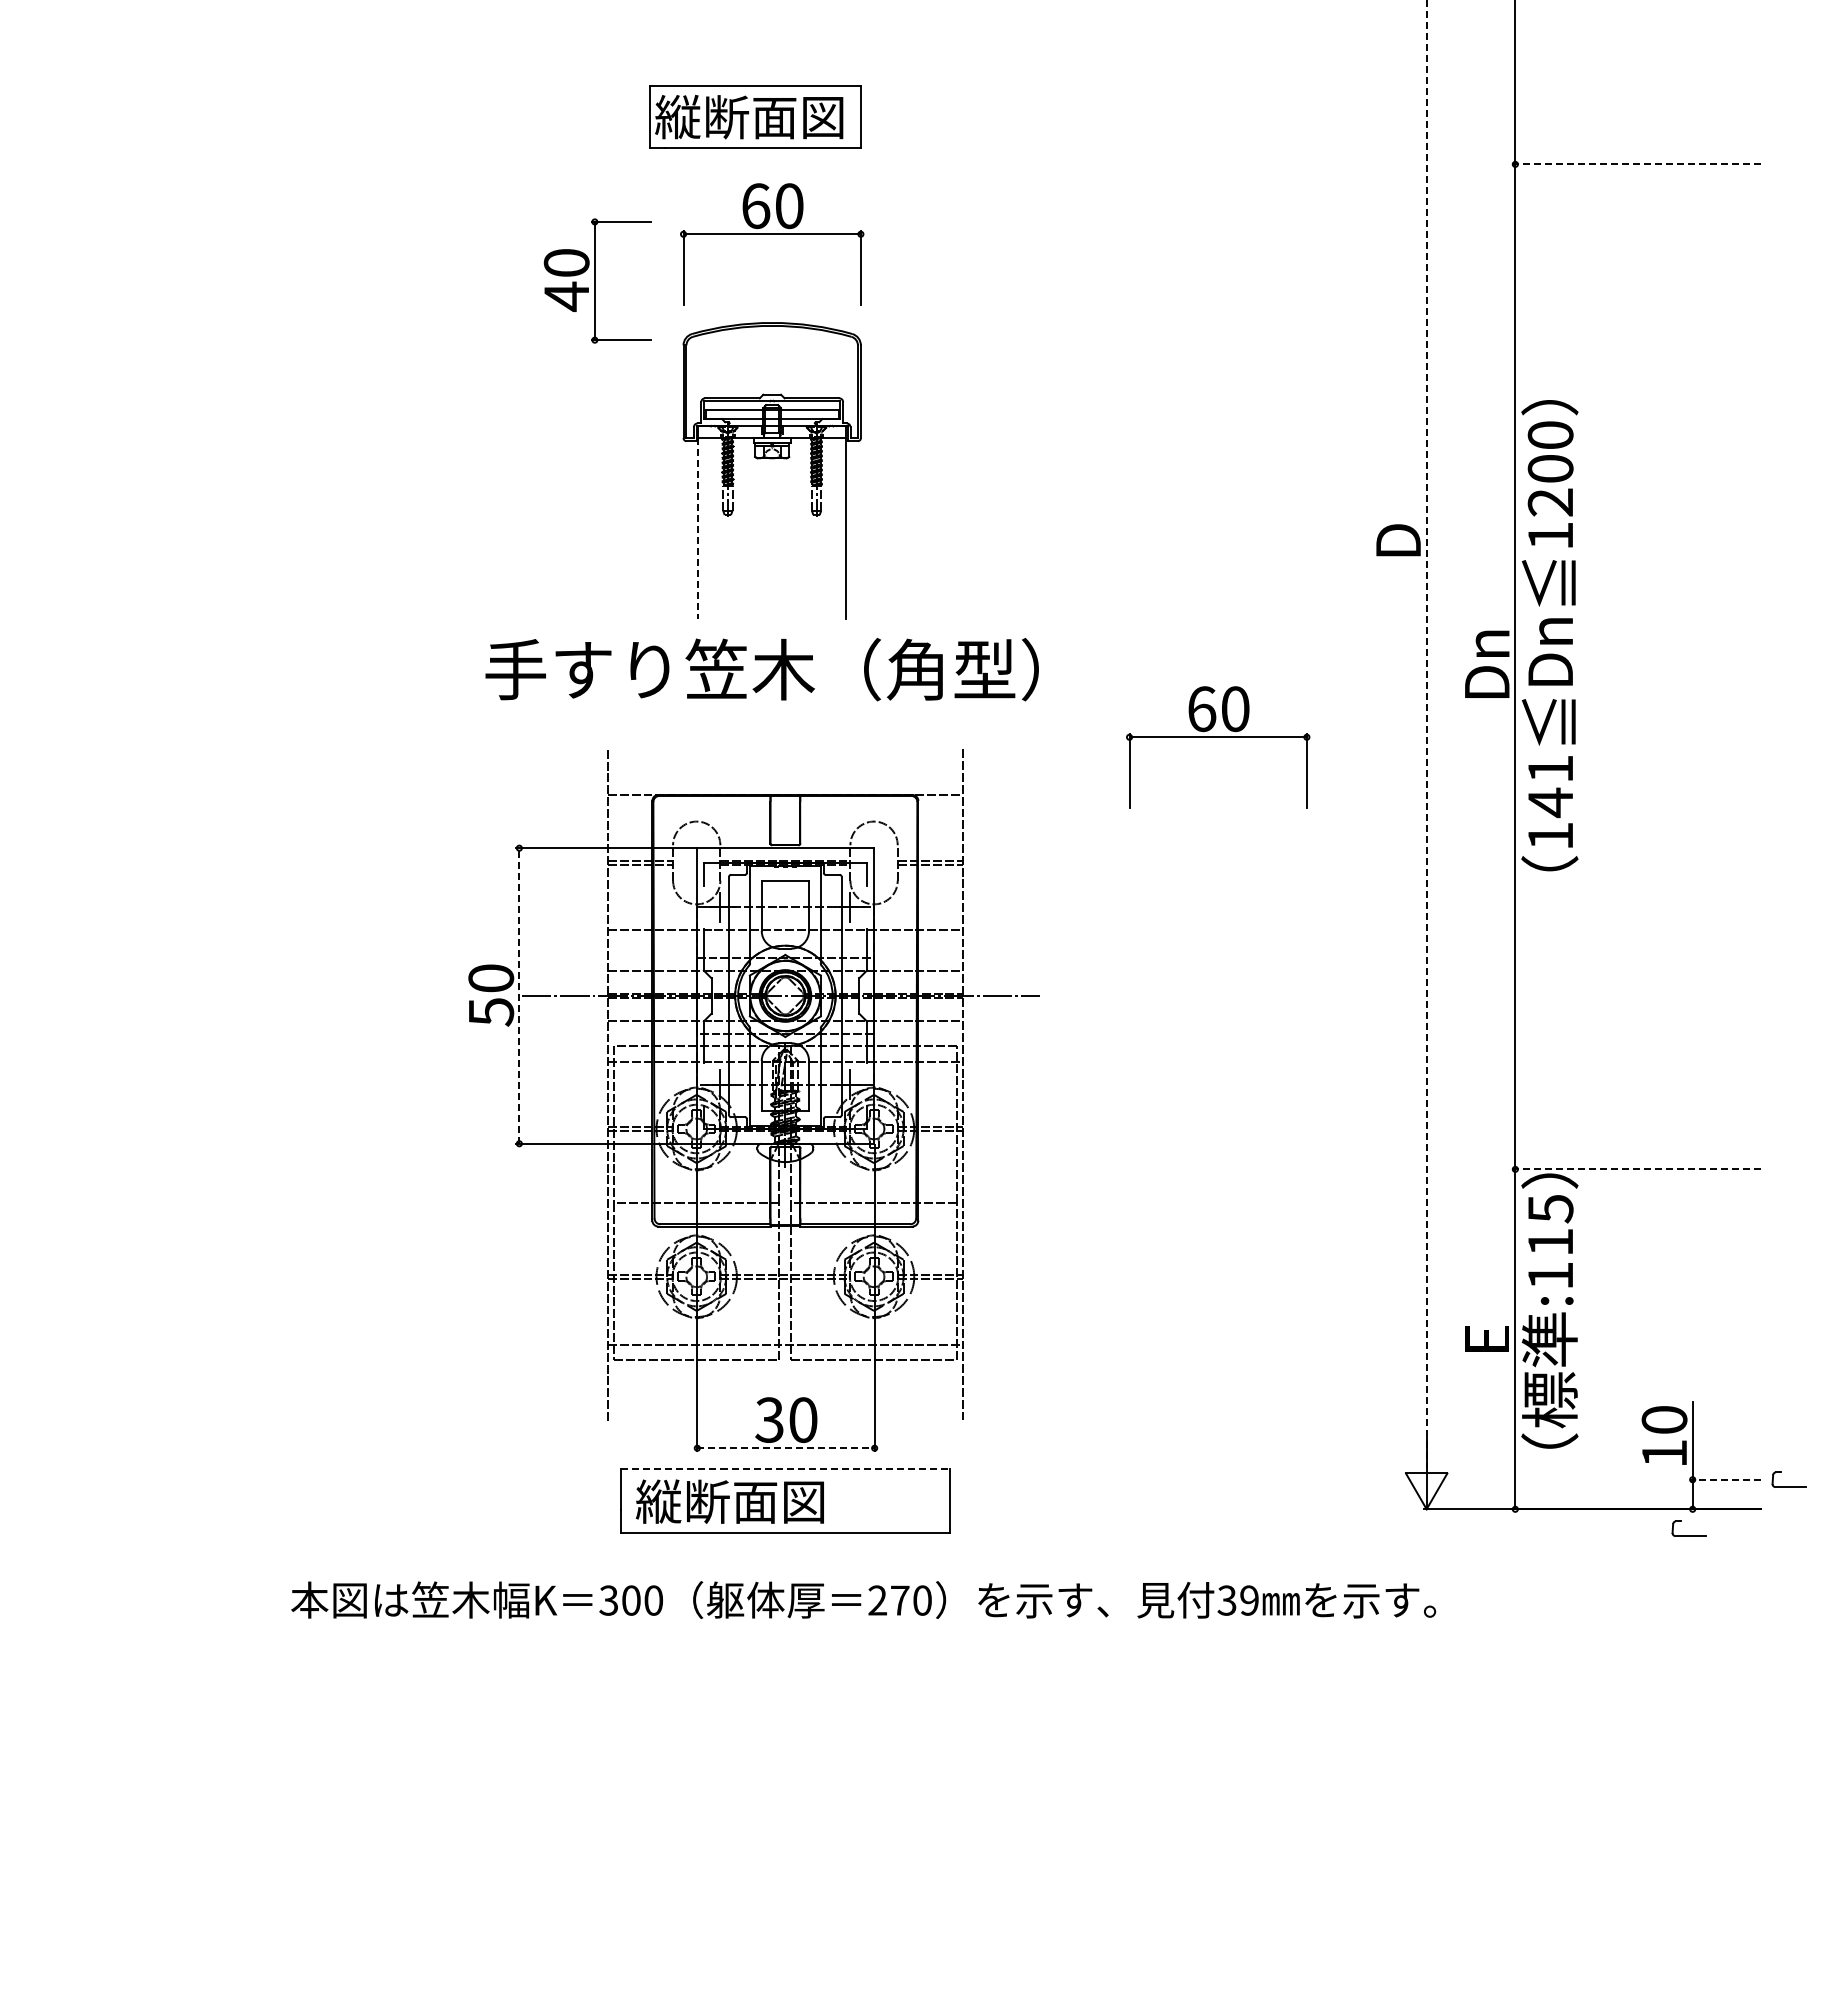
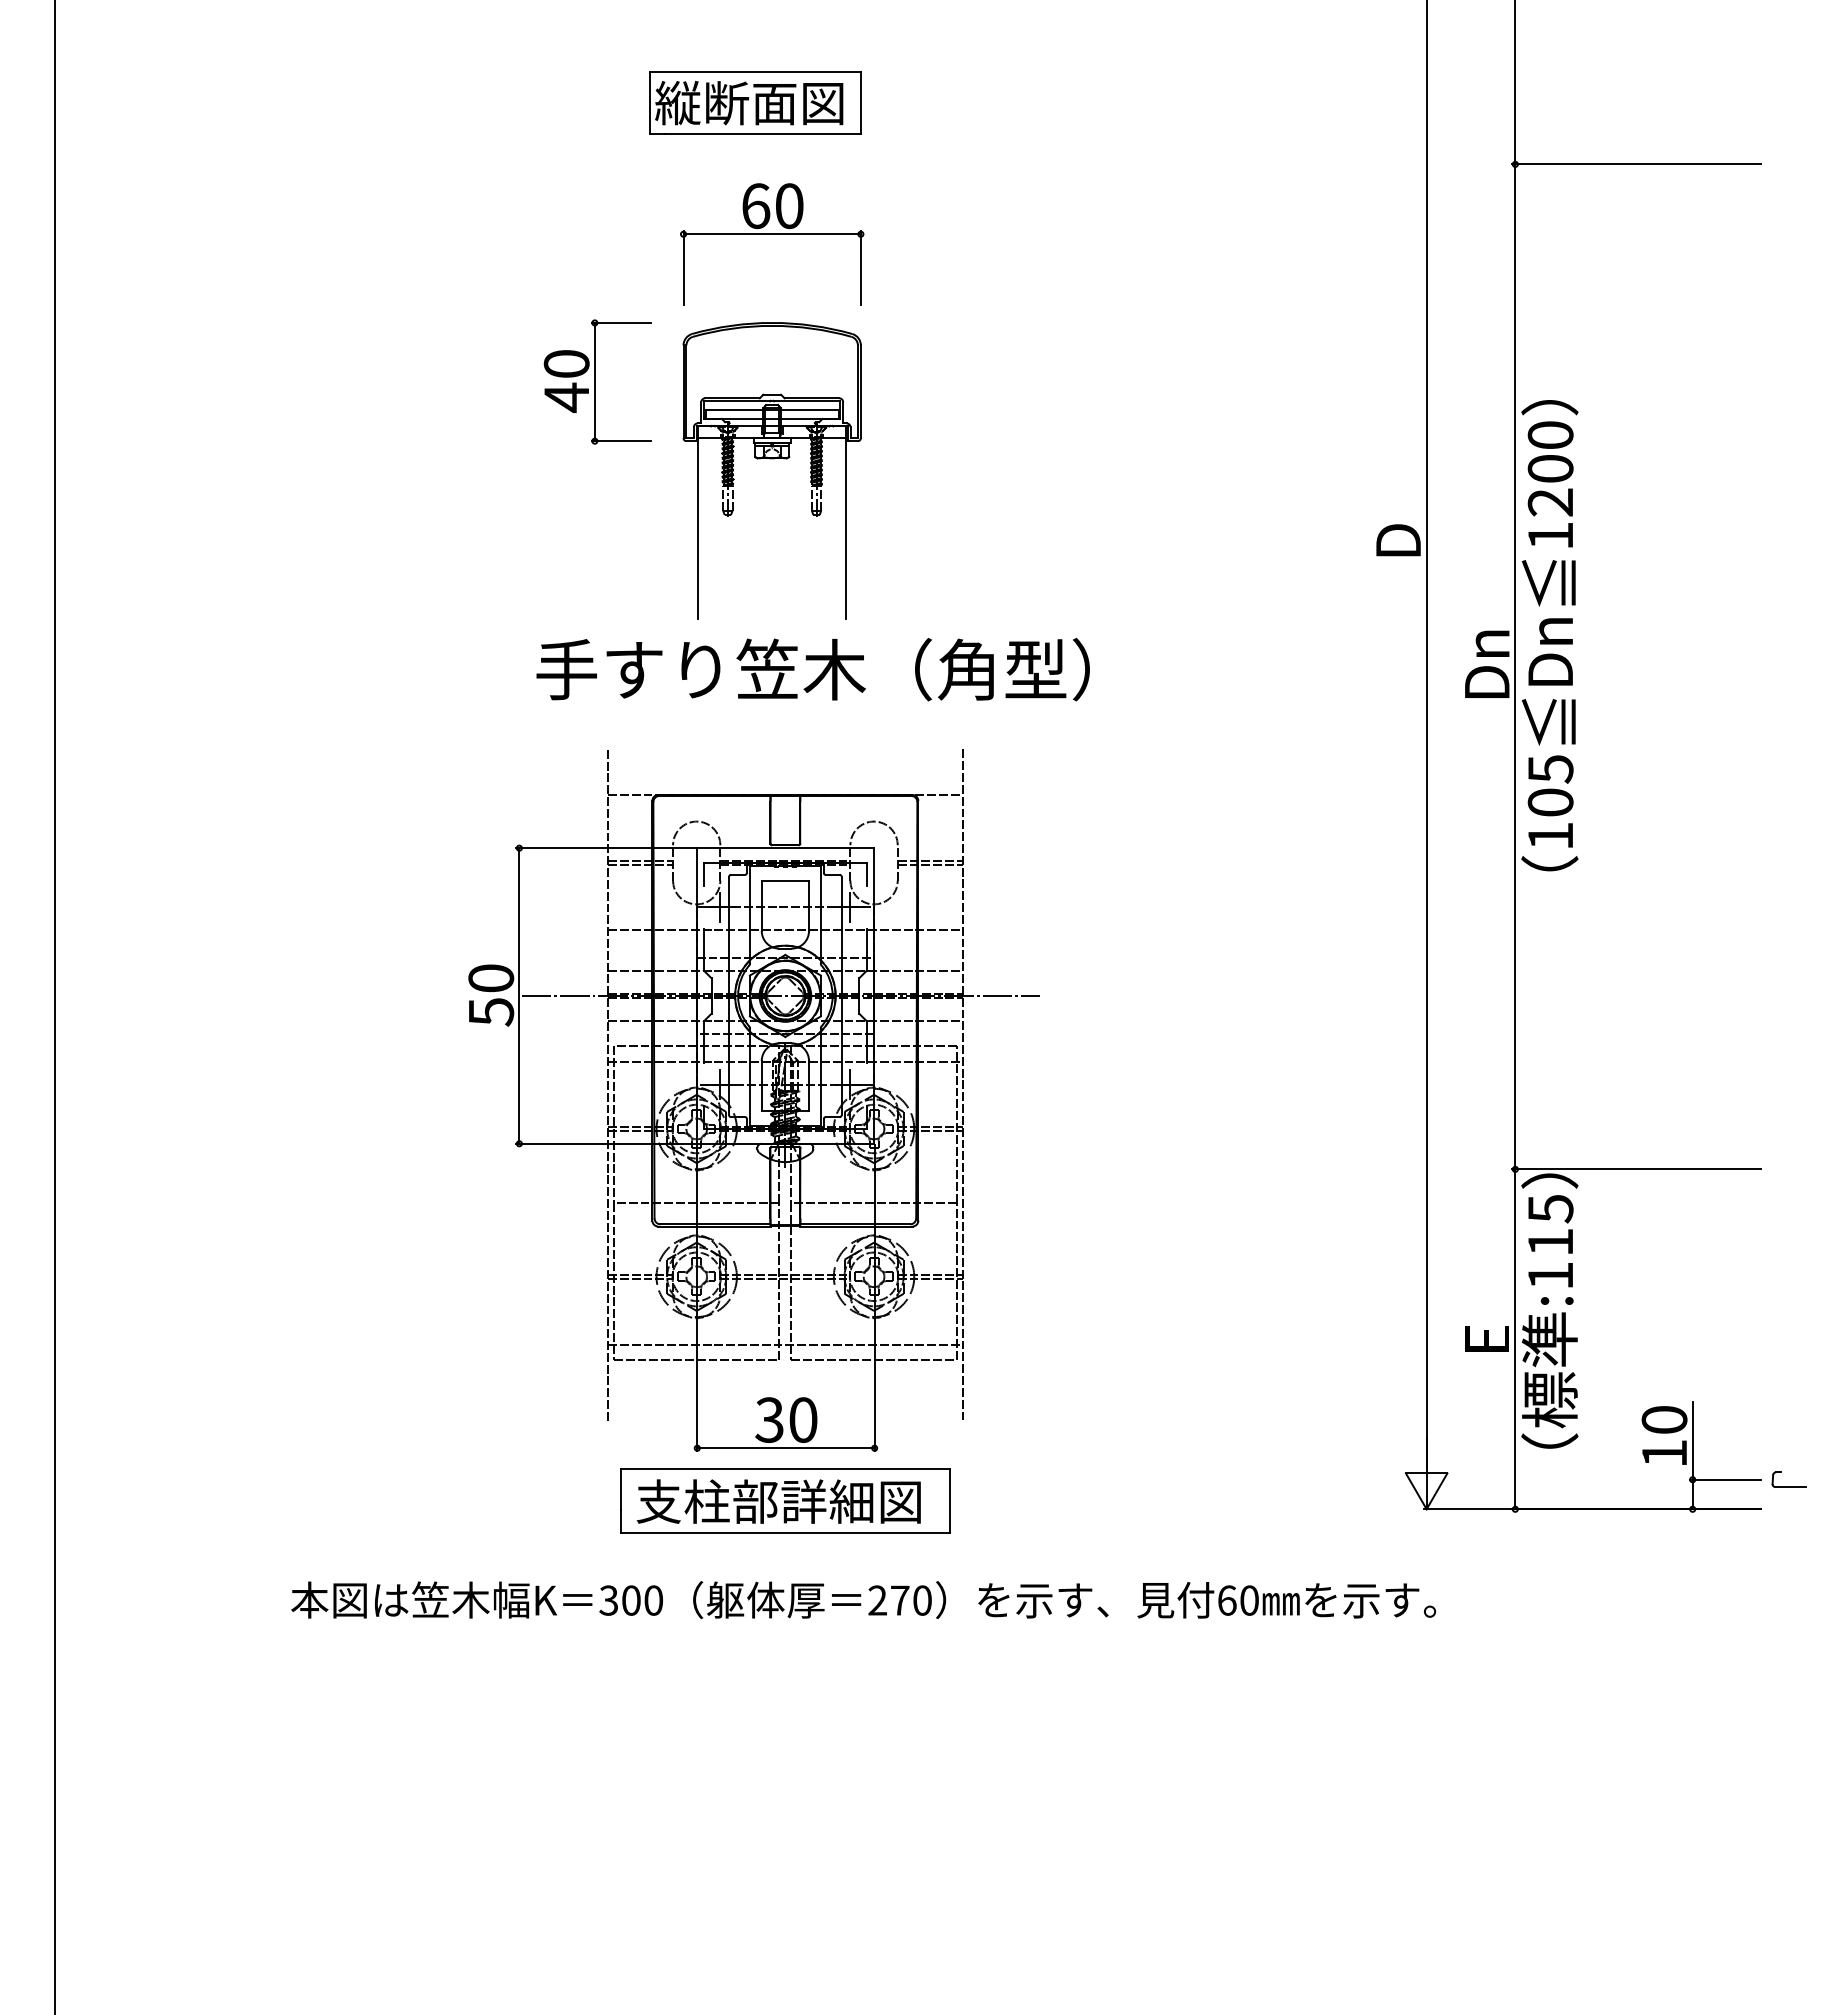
part at (755, 116) position: (755, 116) -> (755, 102)
line at (1636, 164): dashed -> solid
part at (597, 280) position: (597, 280) -> (597, 381)
line at (698, 528): dashed -> solid
text at (761, 669) position: (761, 669) -> (812, 669)
line at (1426, 734): dashed -> solid
part at (1218, 737): present -> none
text at (1550, 786): 141 -> 105
line at (519, 995): dashed -> solid
line at (55, 1006): none -> present
line at (1636, 1169): dashed -> solid
line at (785, 1448): dashed -> solid
line at (786, 1468): dashed -> solid
line at (1724, 1479): dashed -> solid
text at (777, 1501): 縦断面図 -> 支柱部詳細図
part at (1688, 1535): present -> none
text at (1237, 1600): 39 -> 60
